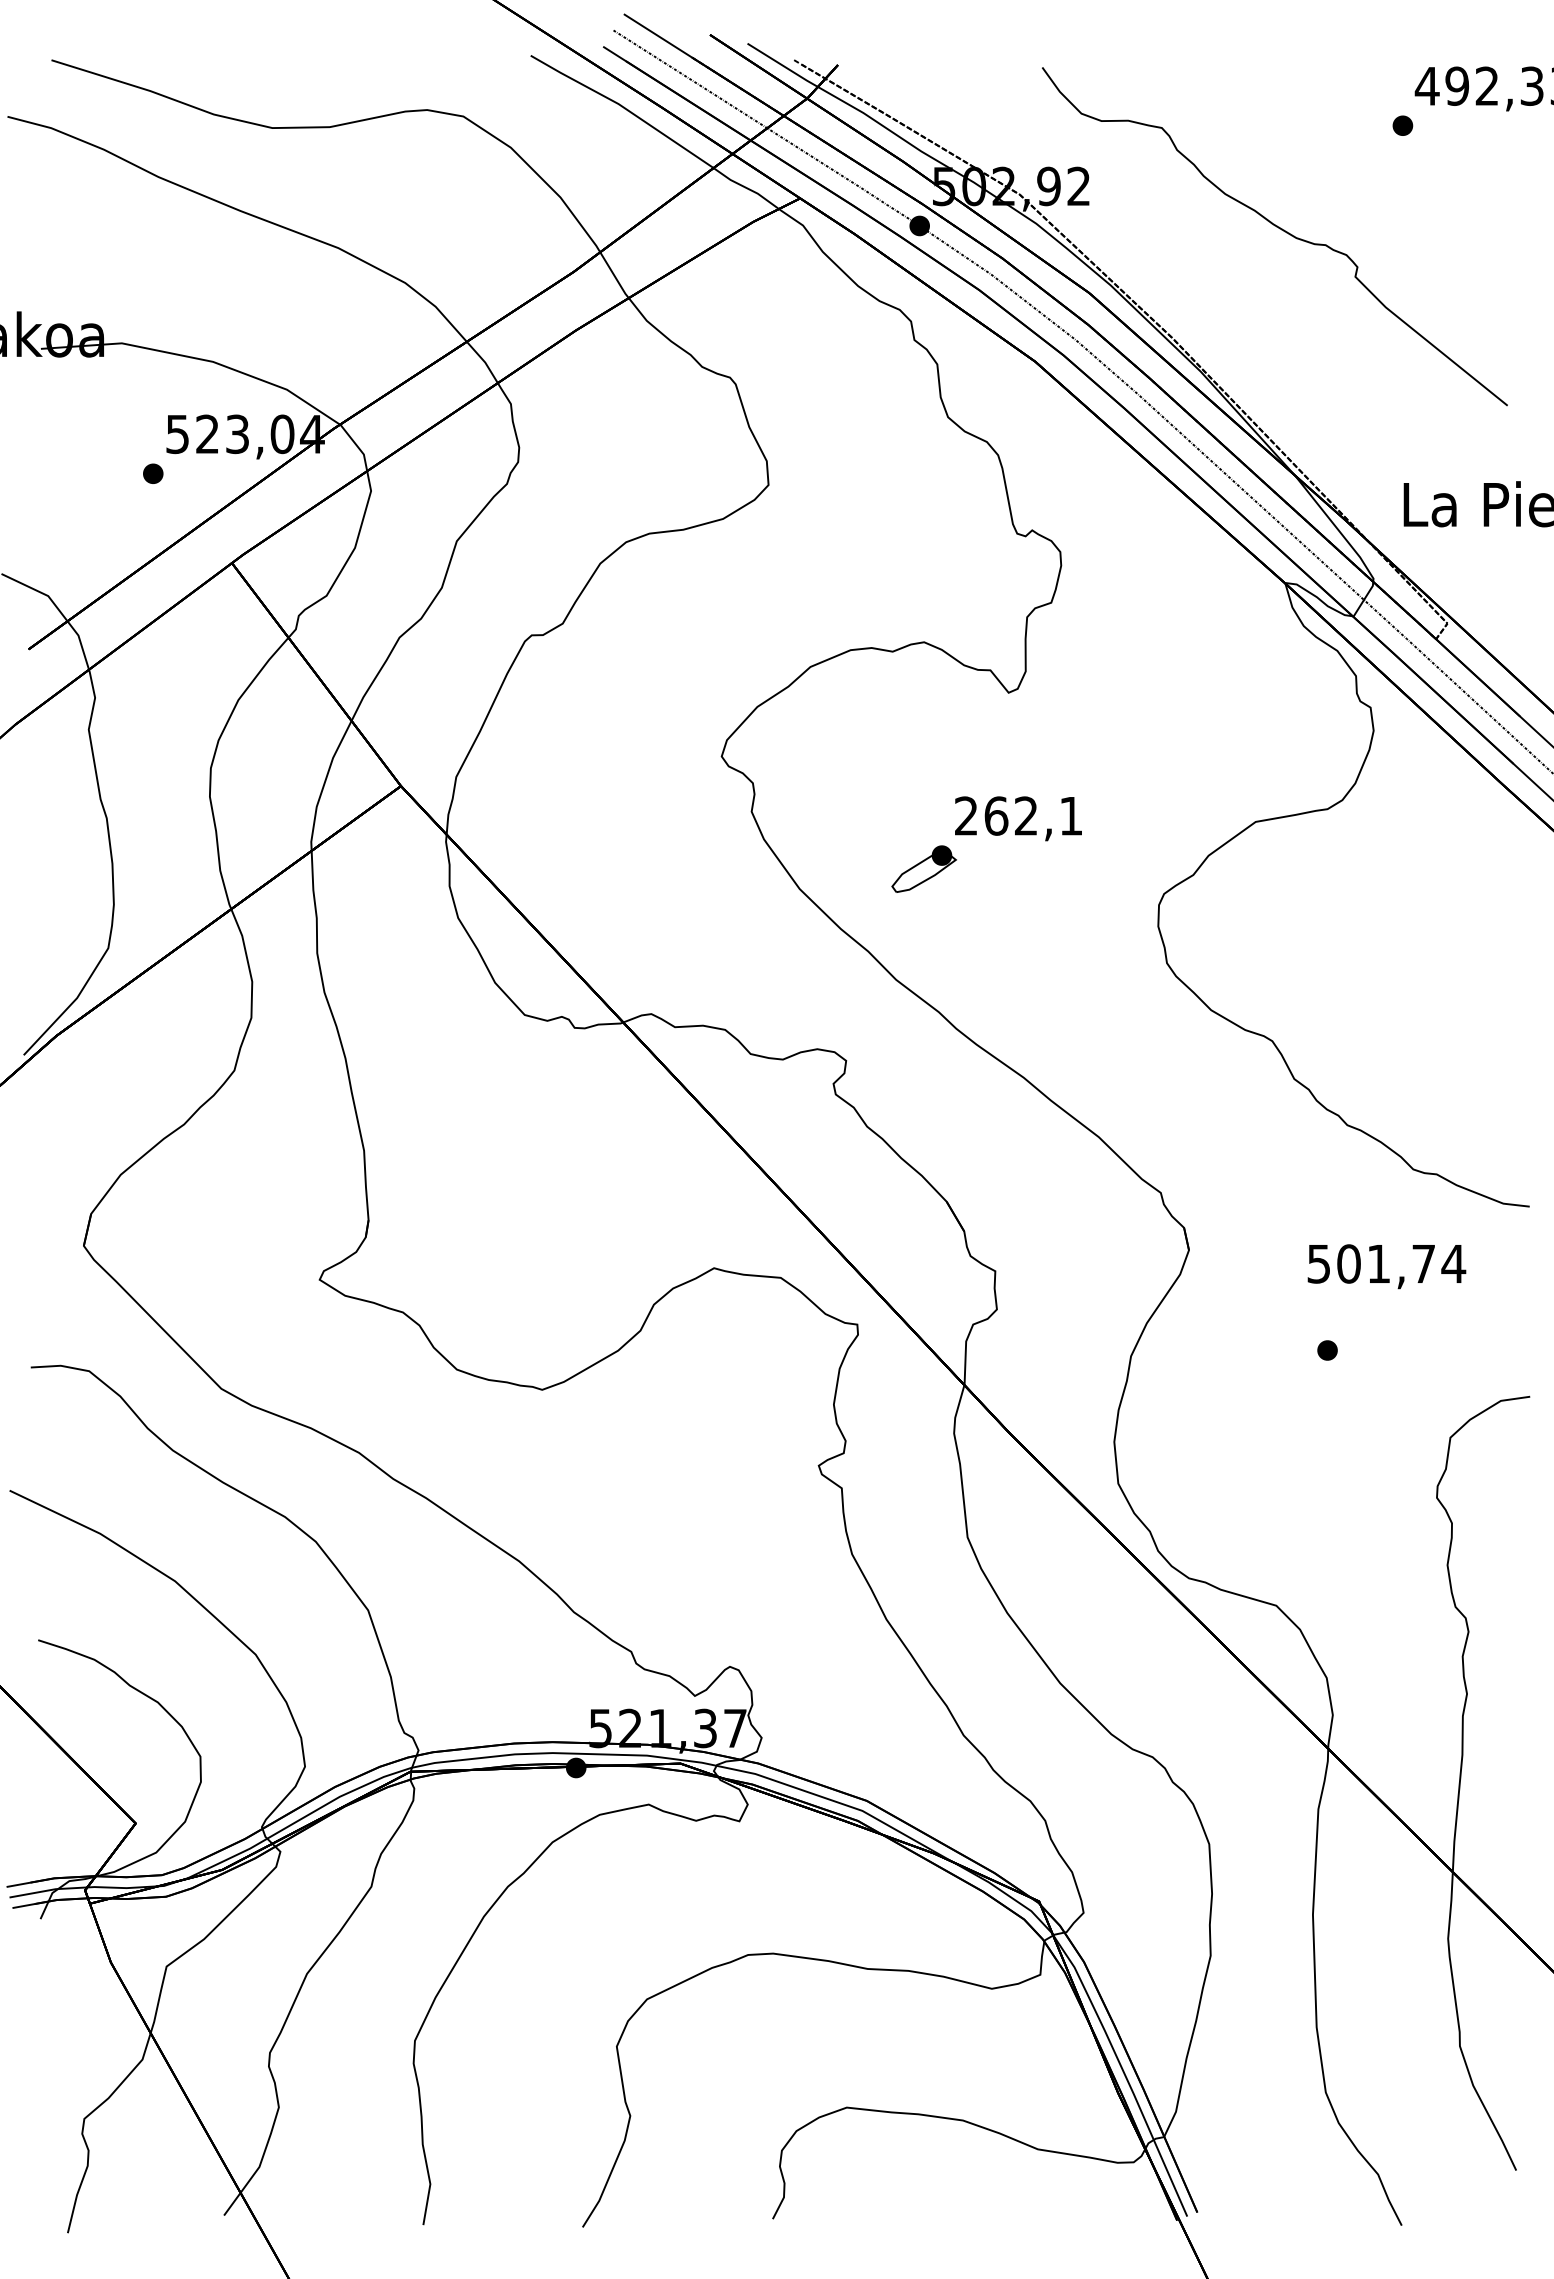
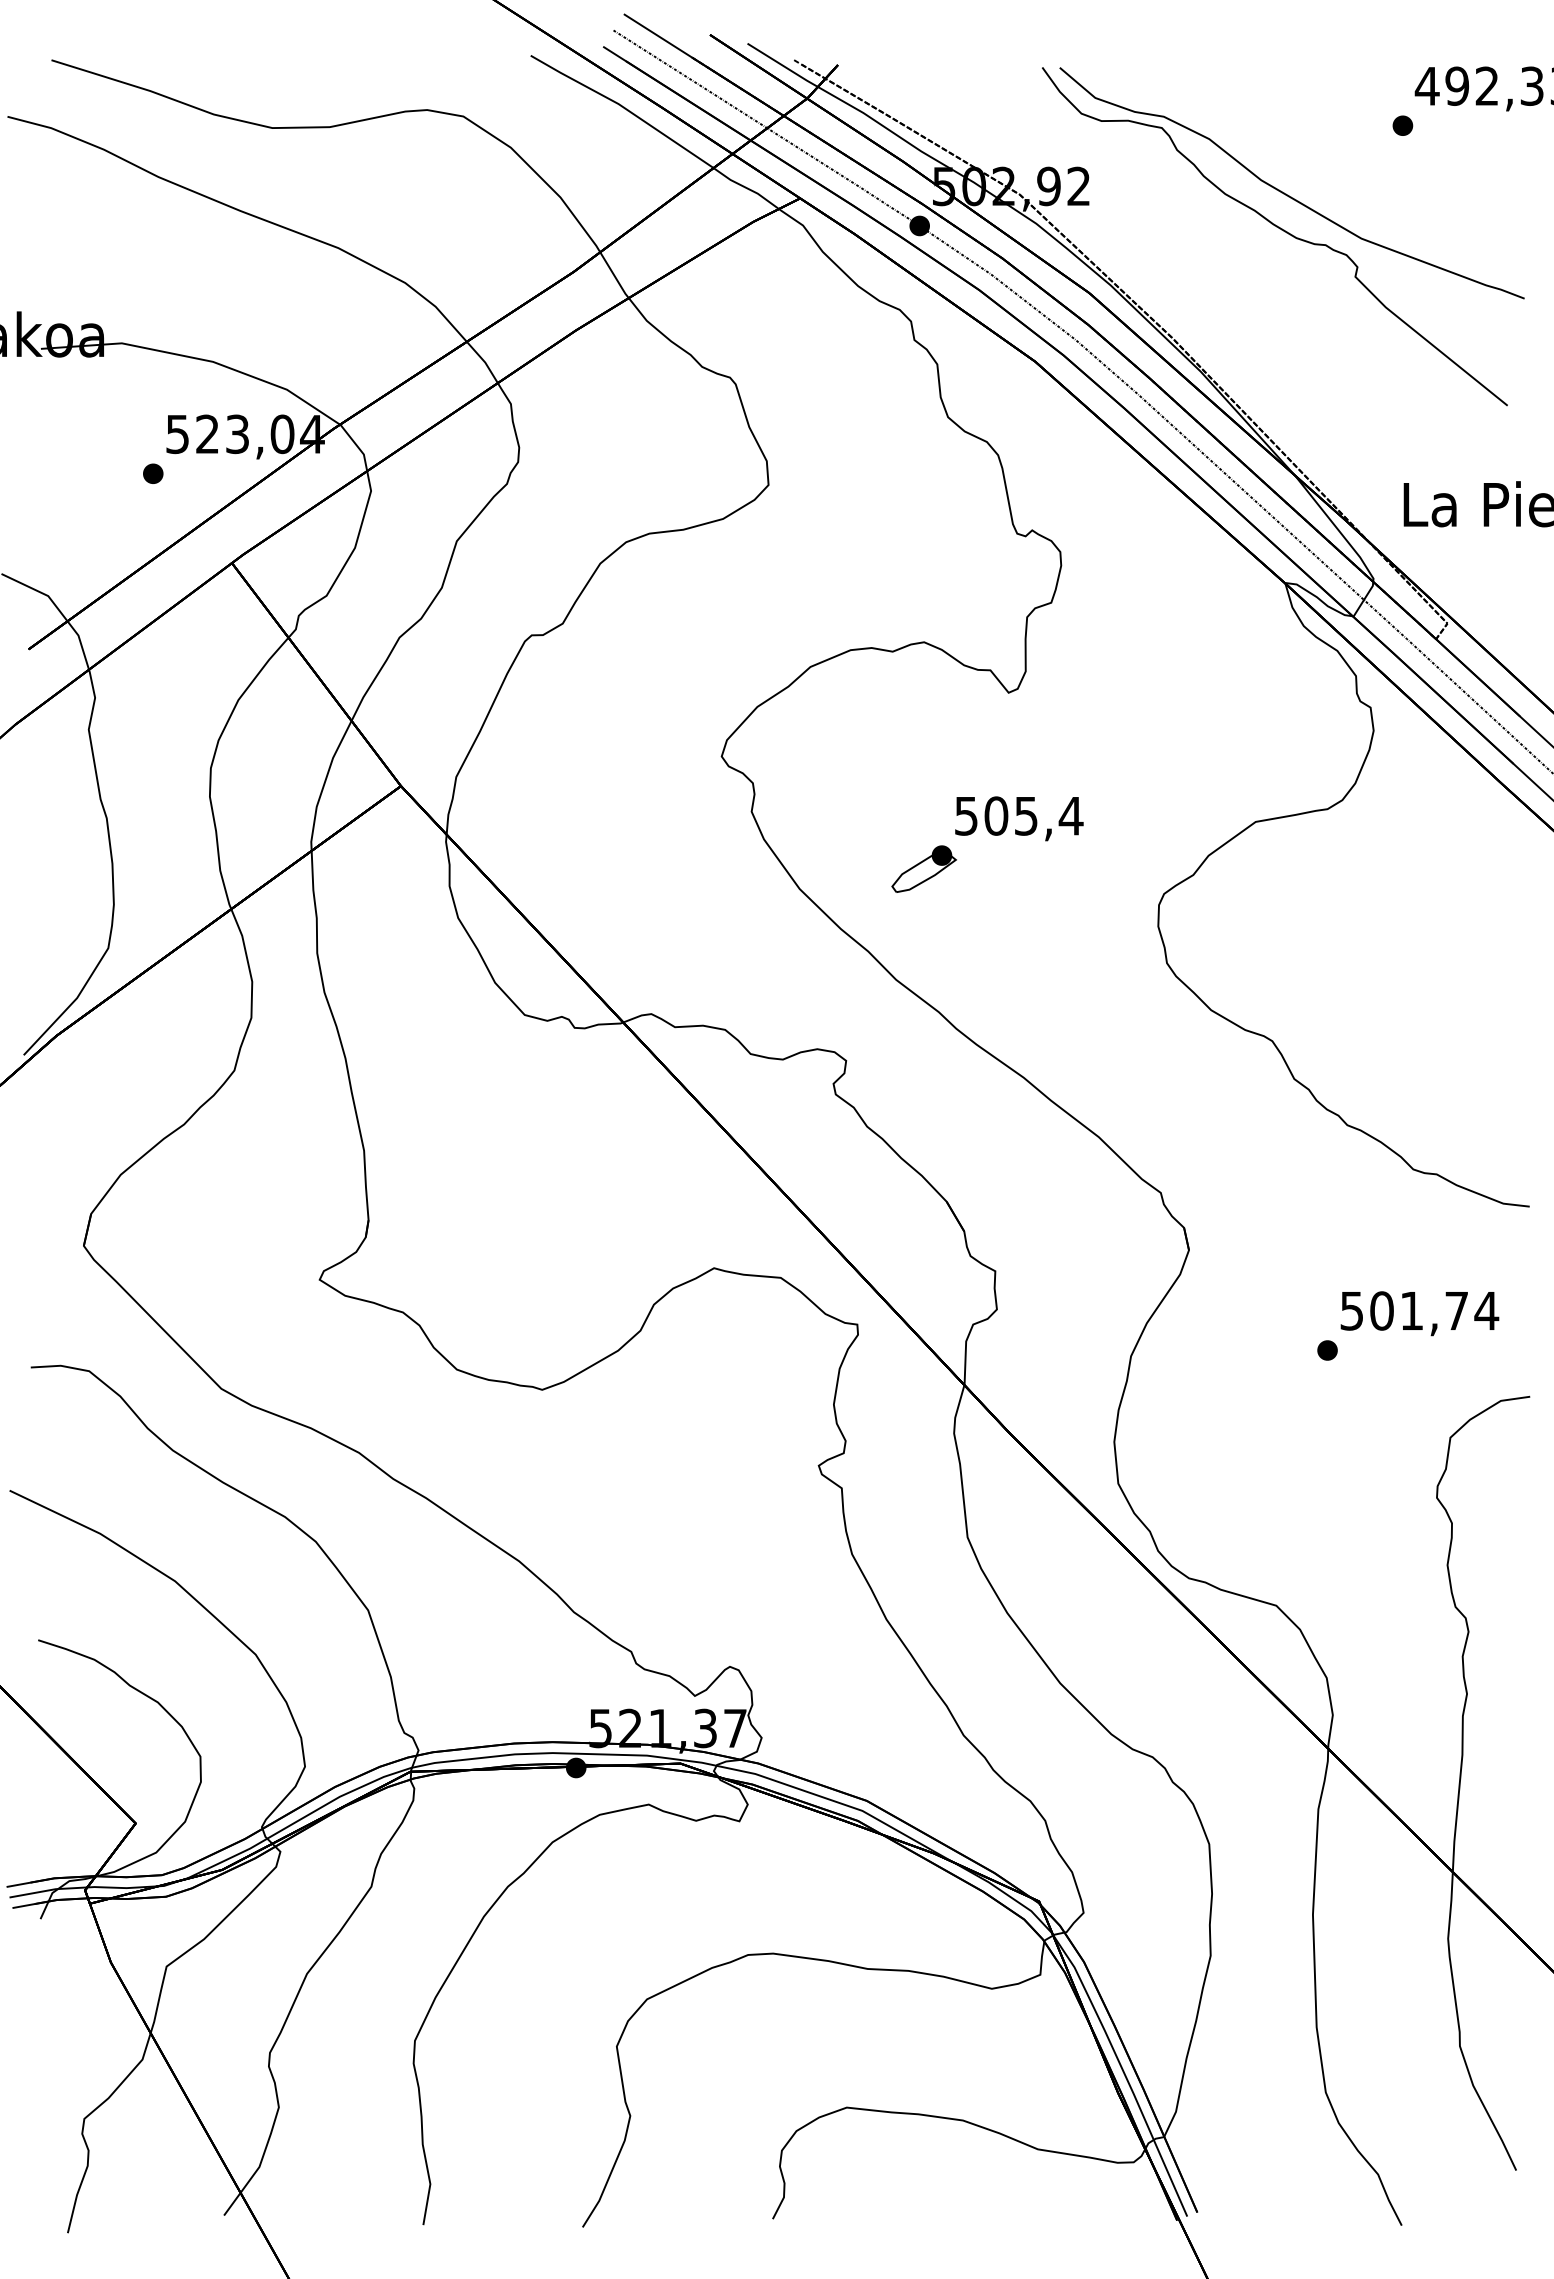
curve at (1286, 193): none -> present
text at (1019, 815): 262,1 -> 505,4
text at (1386, 1266) position: (1386, 1266) -> (1419, 1313)
